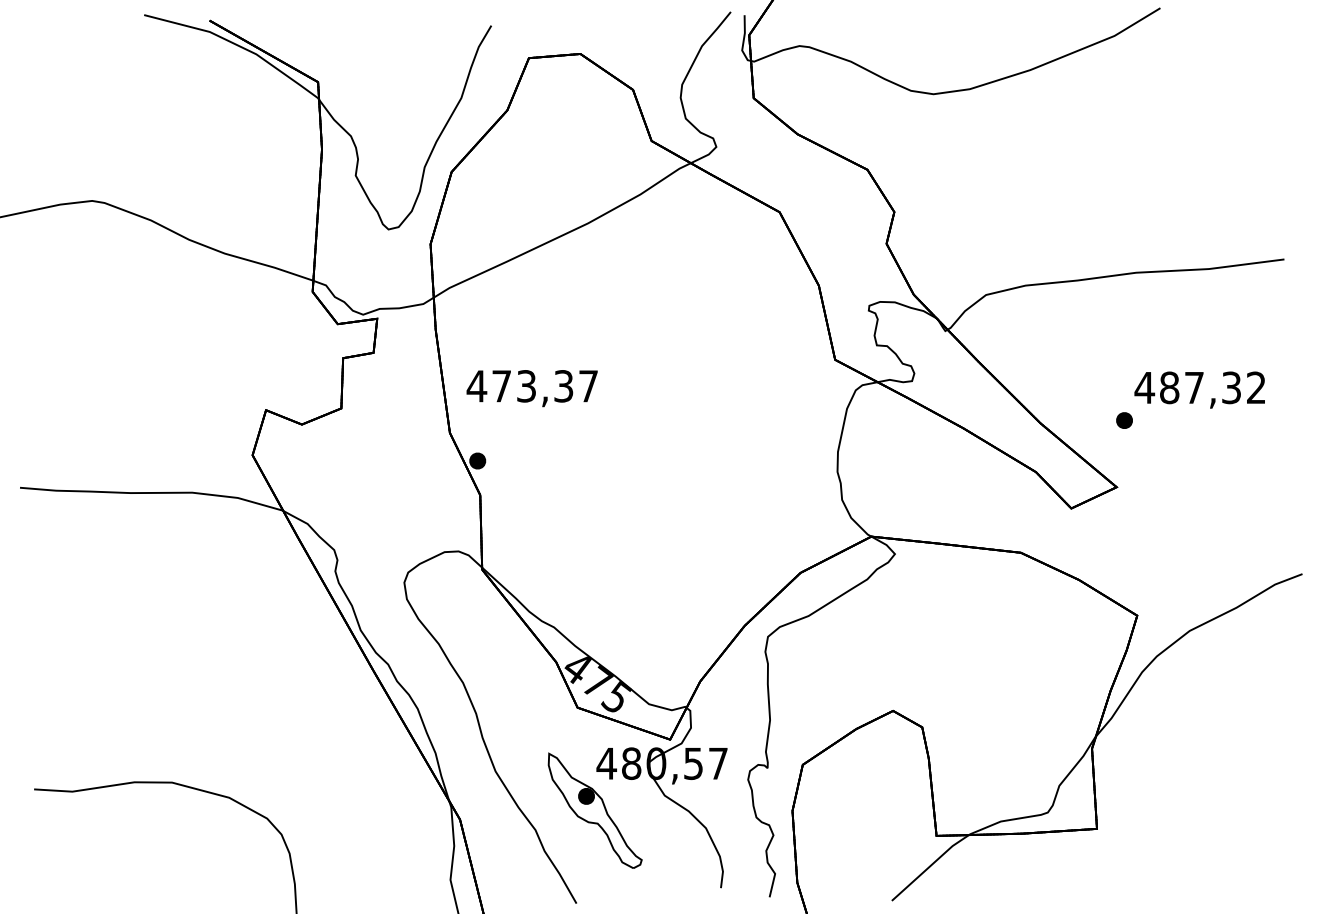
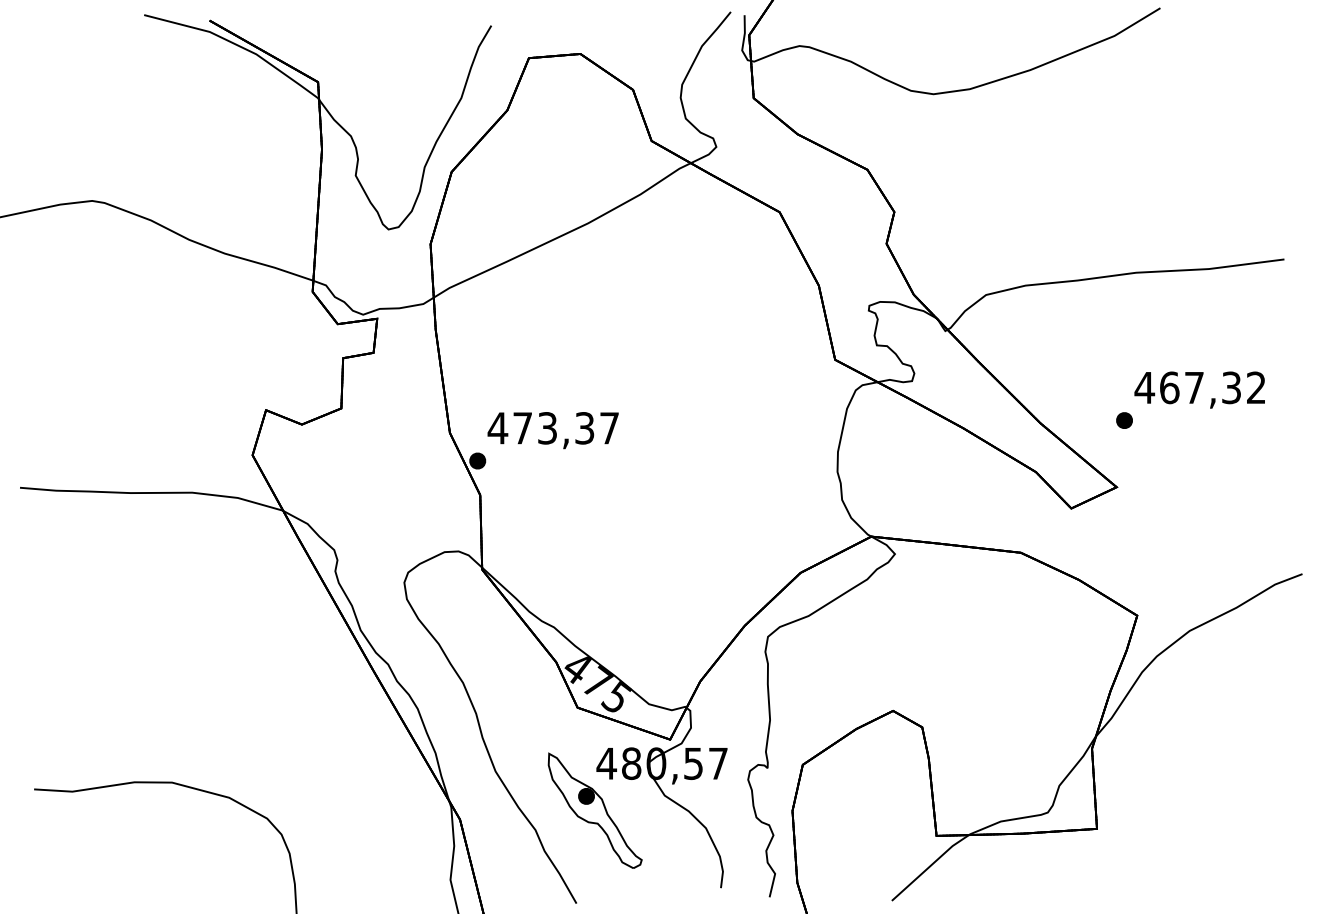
text at (1169, 387): 487,32 -> 467,32
text at (531, 388) position: (531, 388) -> (552, 430)
